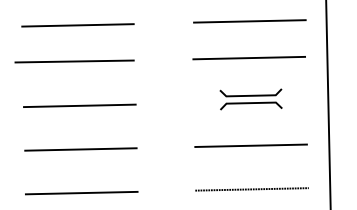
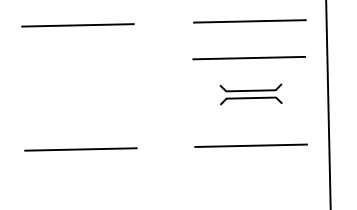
line at (74, 61): present -> none
part at (250, 99) position: (250, 99) -> (250, 94)
line at (79, 105): present -> none
line at (251, 189): present -> none
line at (81, 193): present -> none
